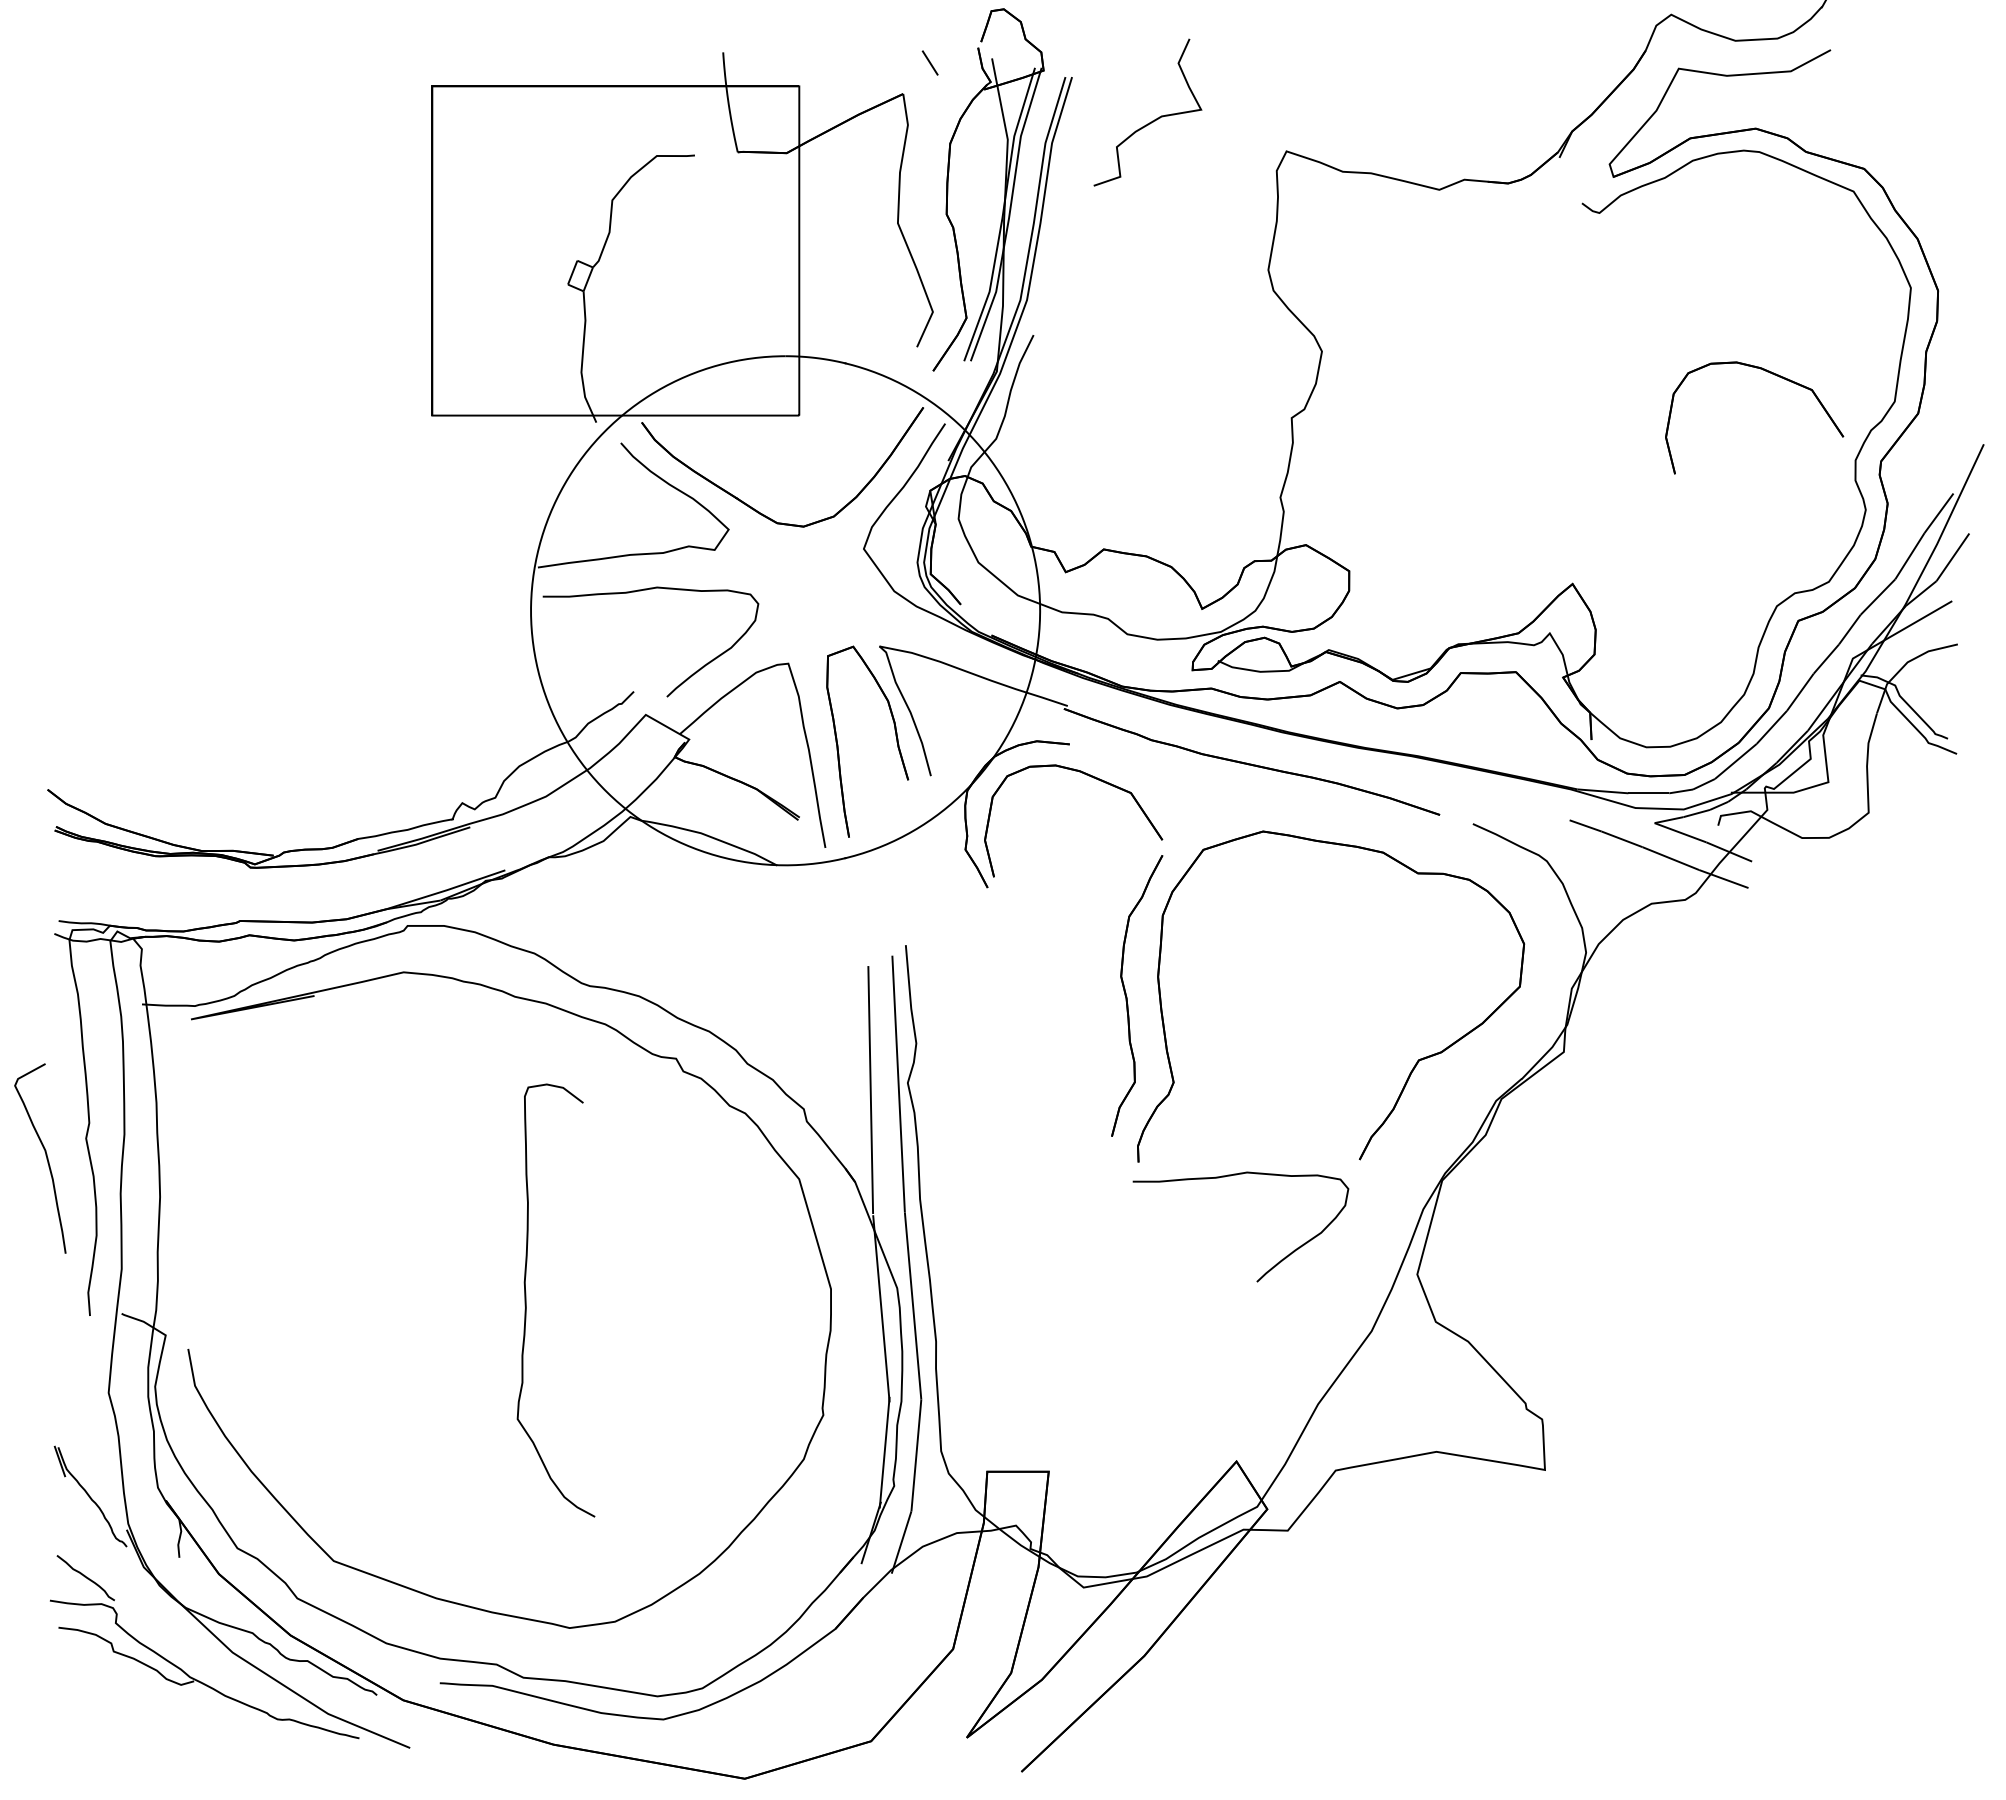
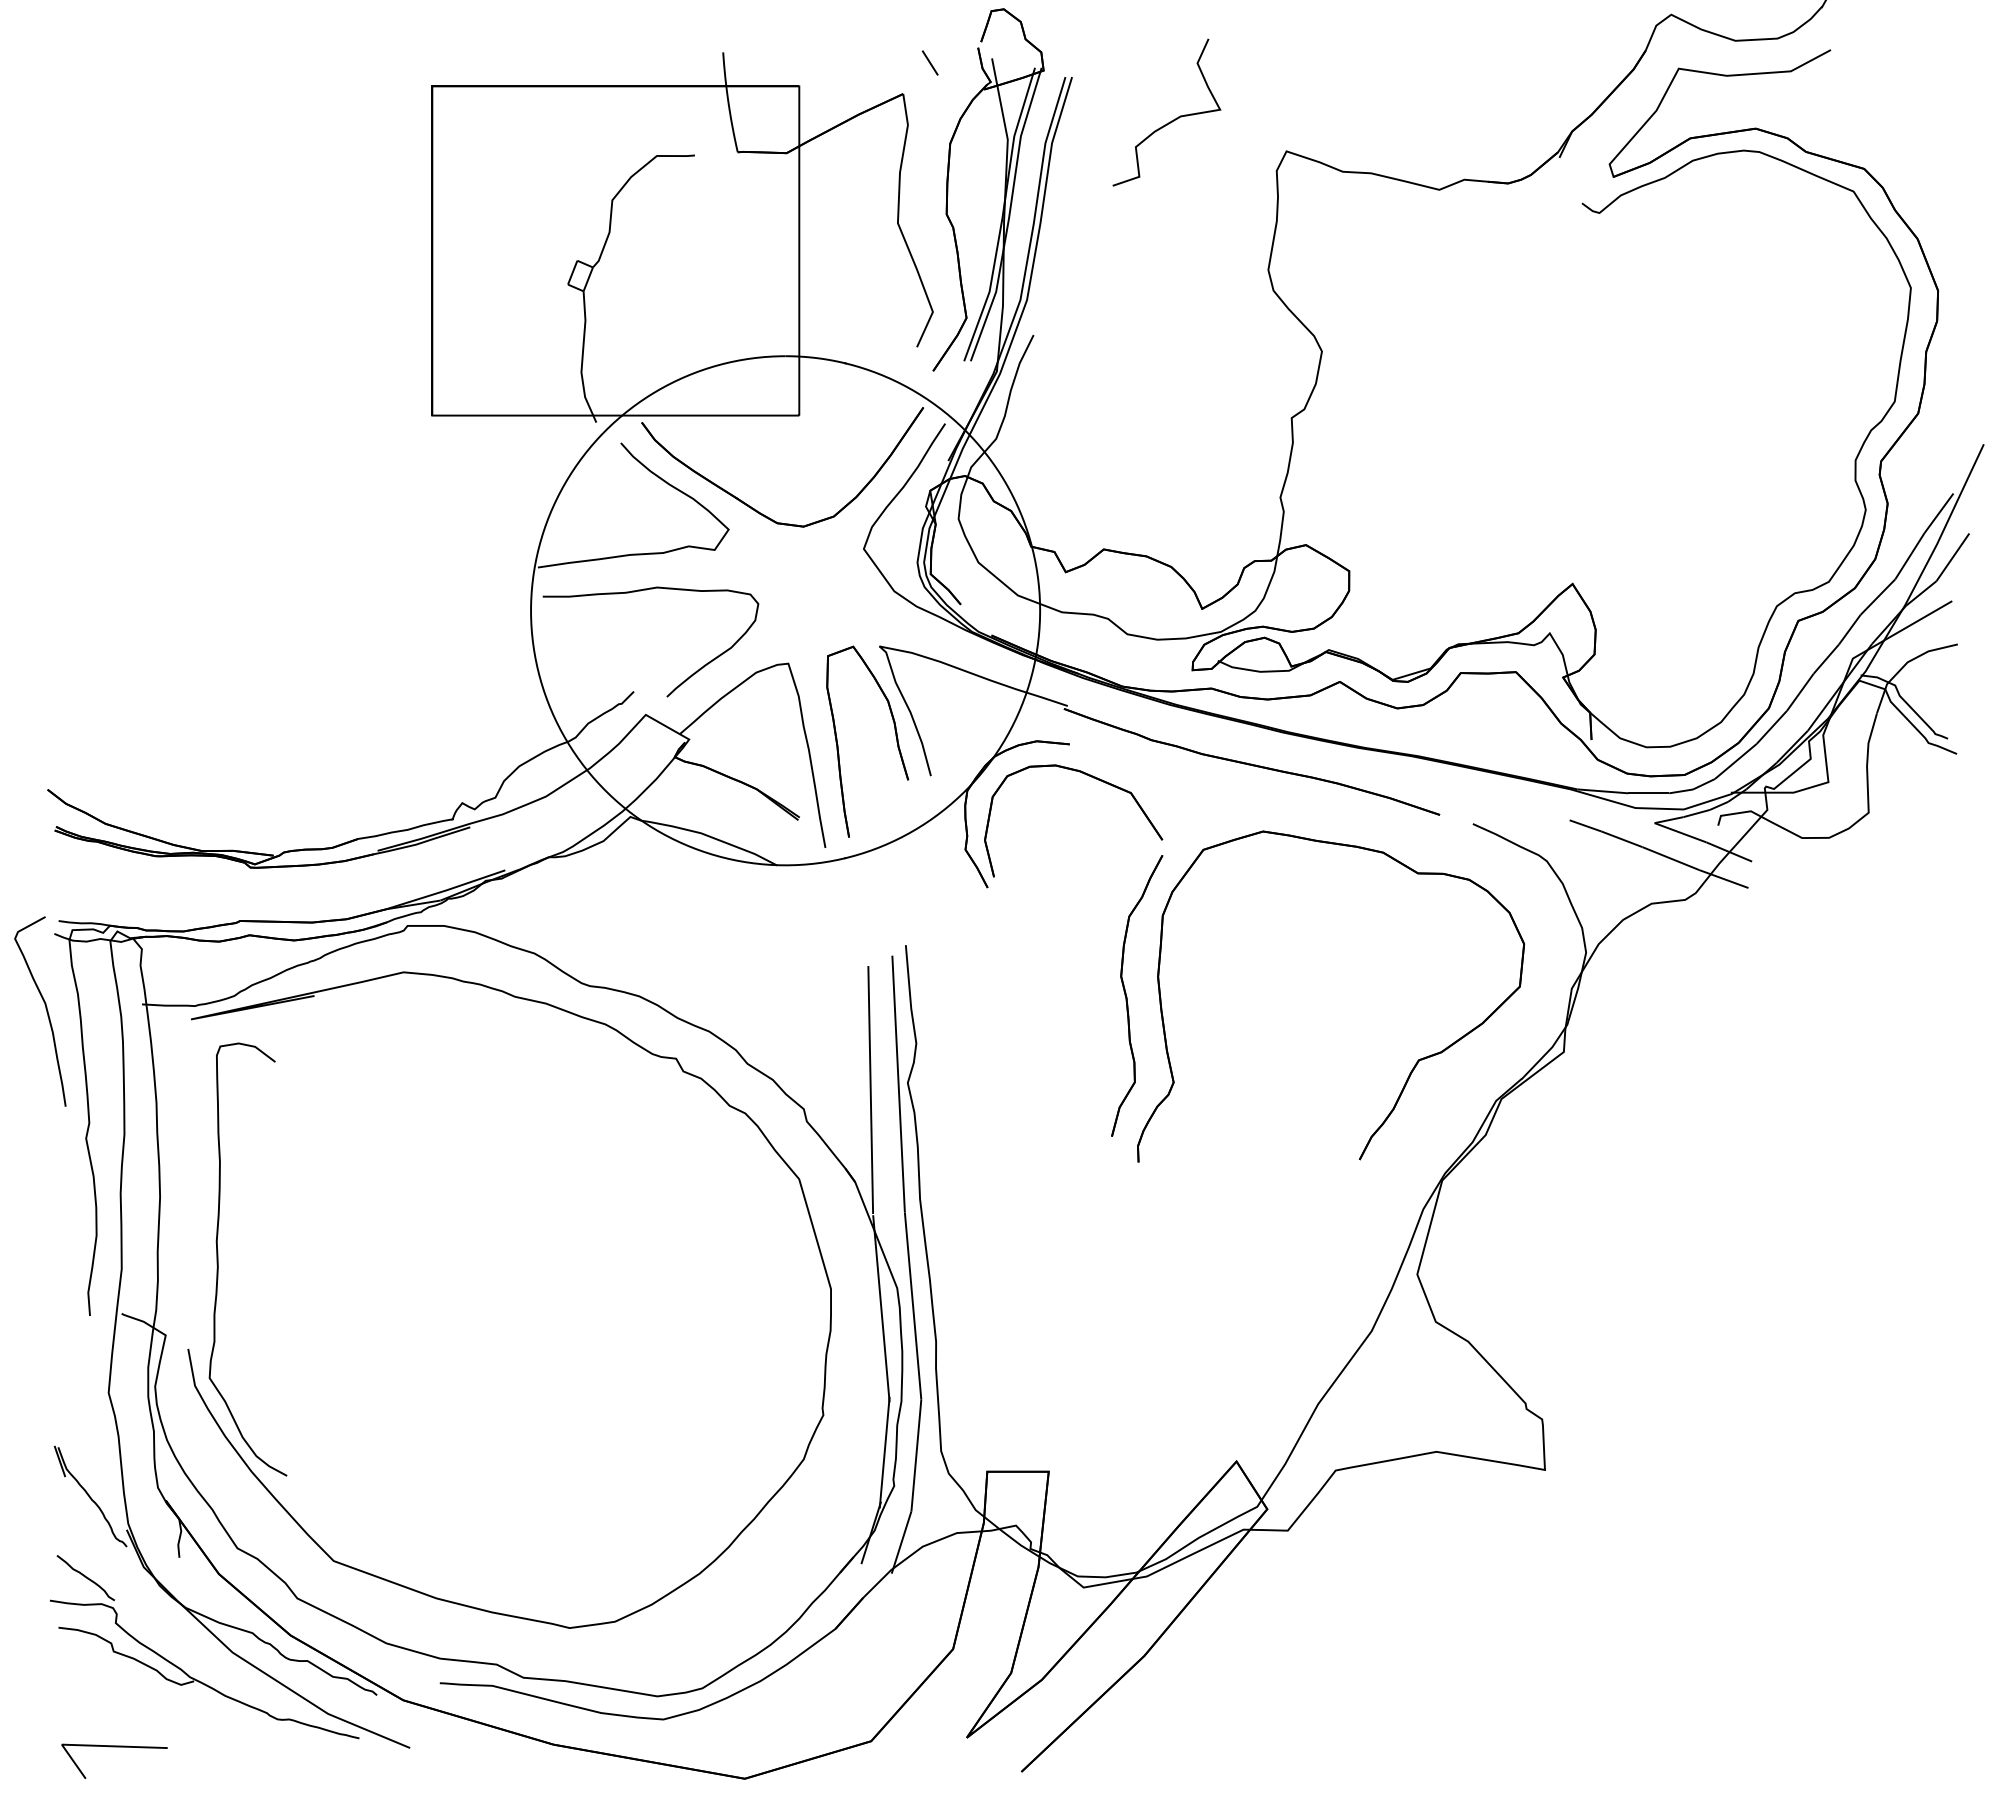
curve at (1152, 120) position: (1152, 120) -> (1171, 120)
part at (1774, 375): present -> none
curve at (45, 1155) position: (45, 1155) -> (45, 1008)
curve at (1230, 1176): present -> none
curve at (526, 1300) position: (526, 1300) -> (218, 1259)
line at (114, 1747): none -> present
